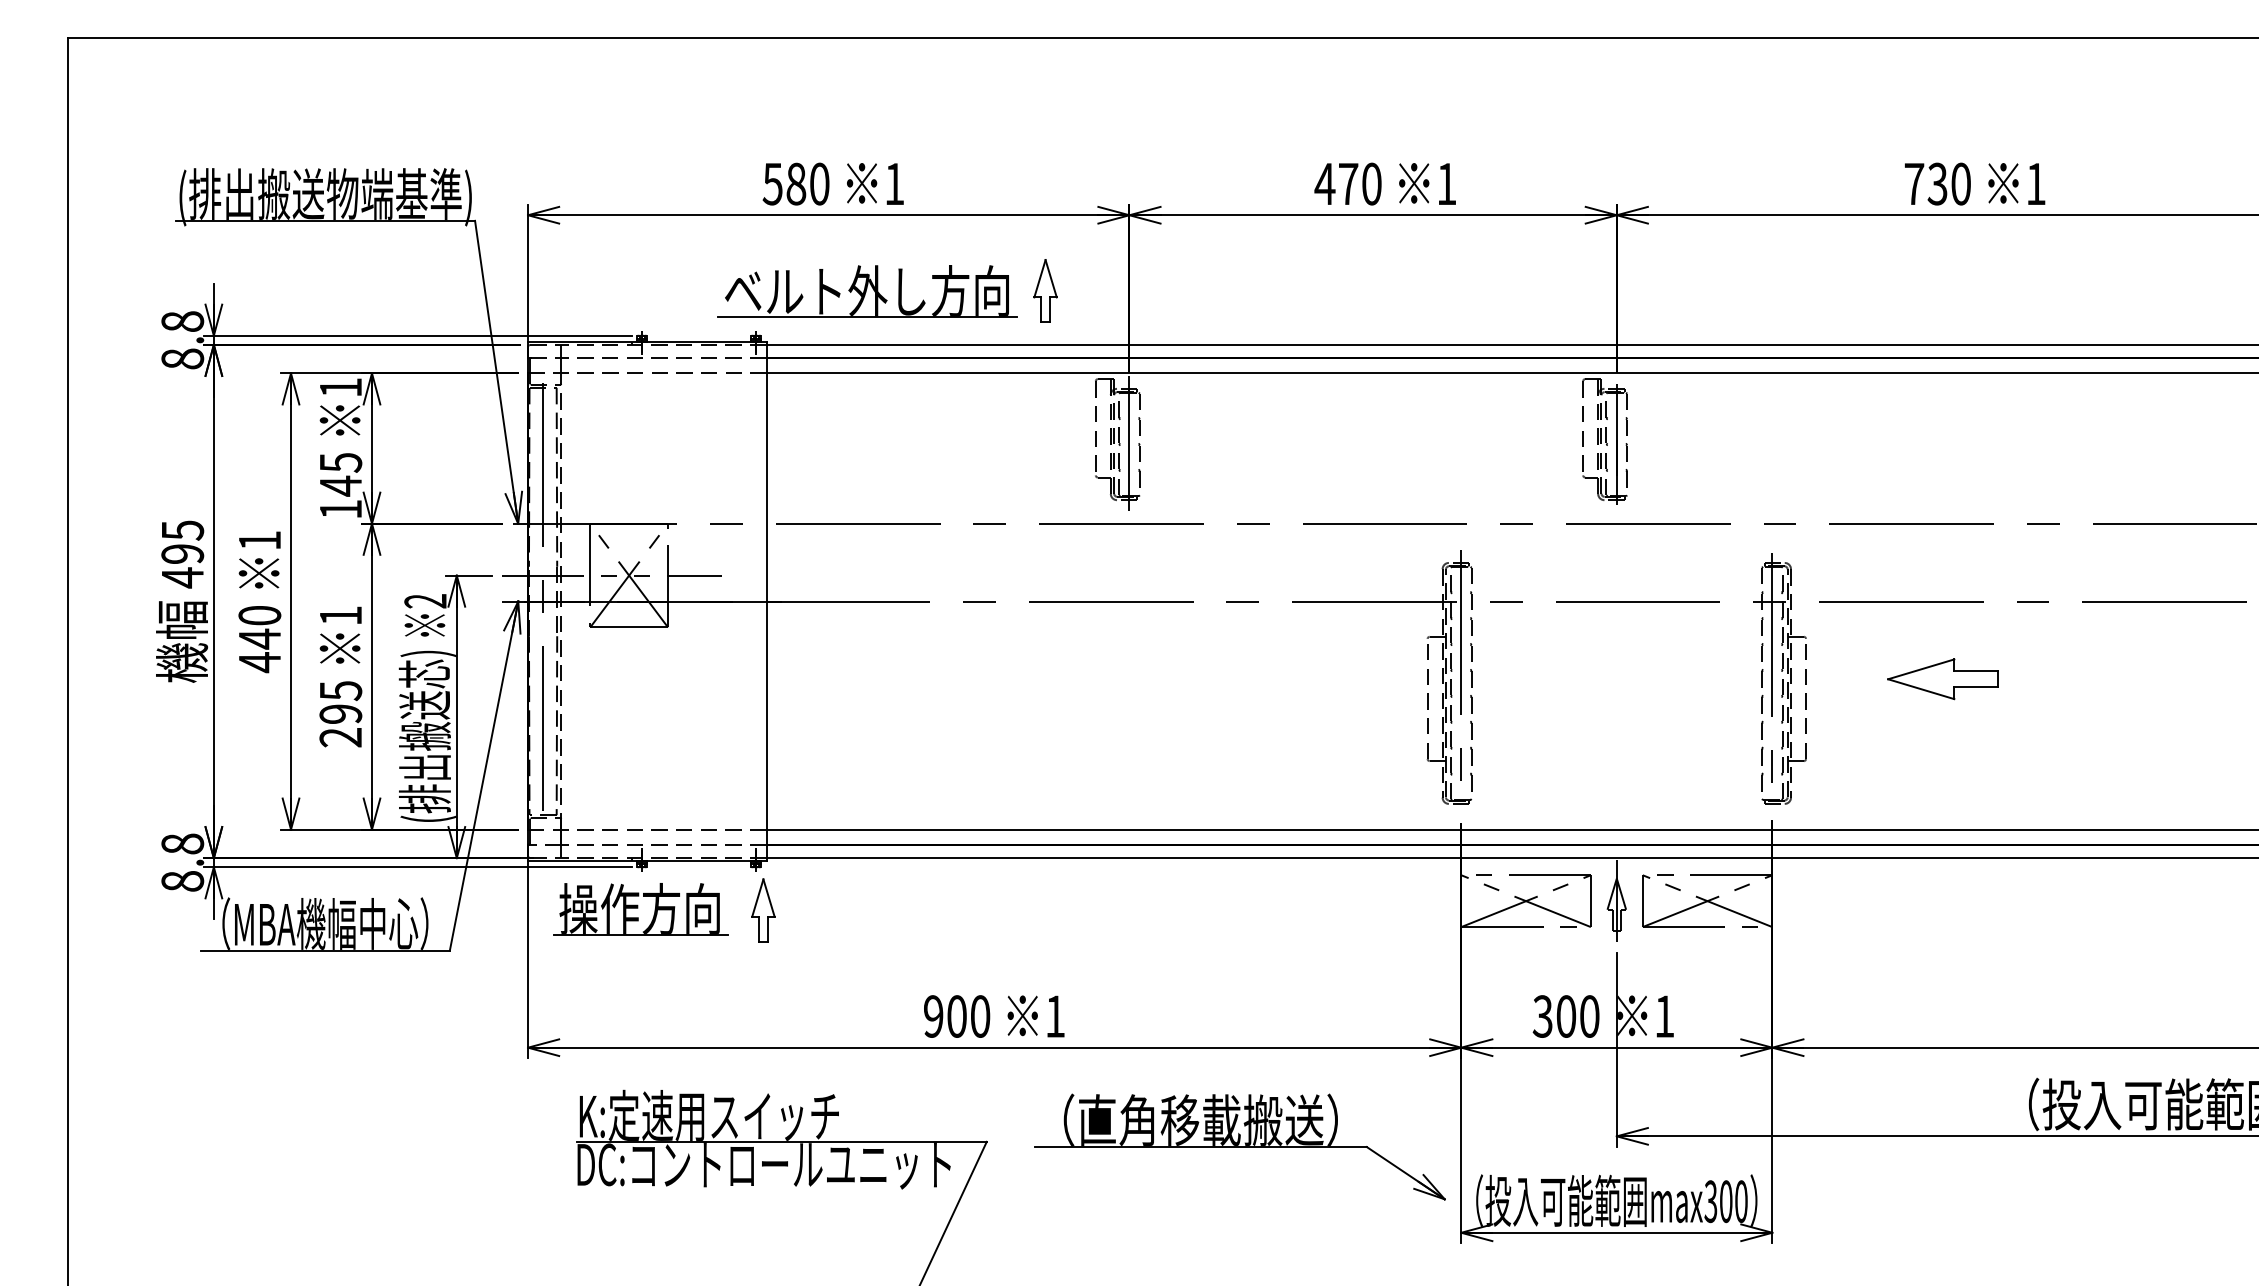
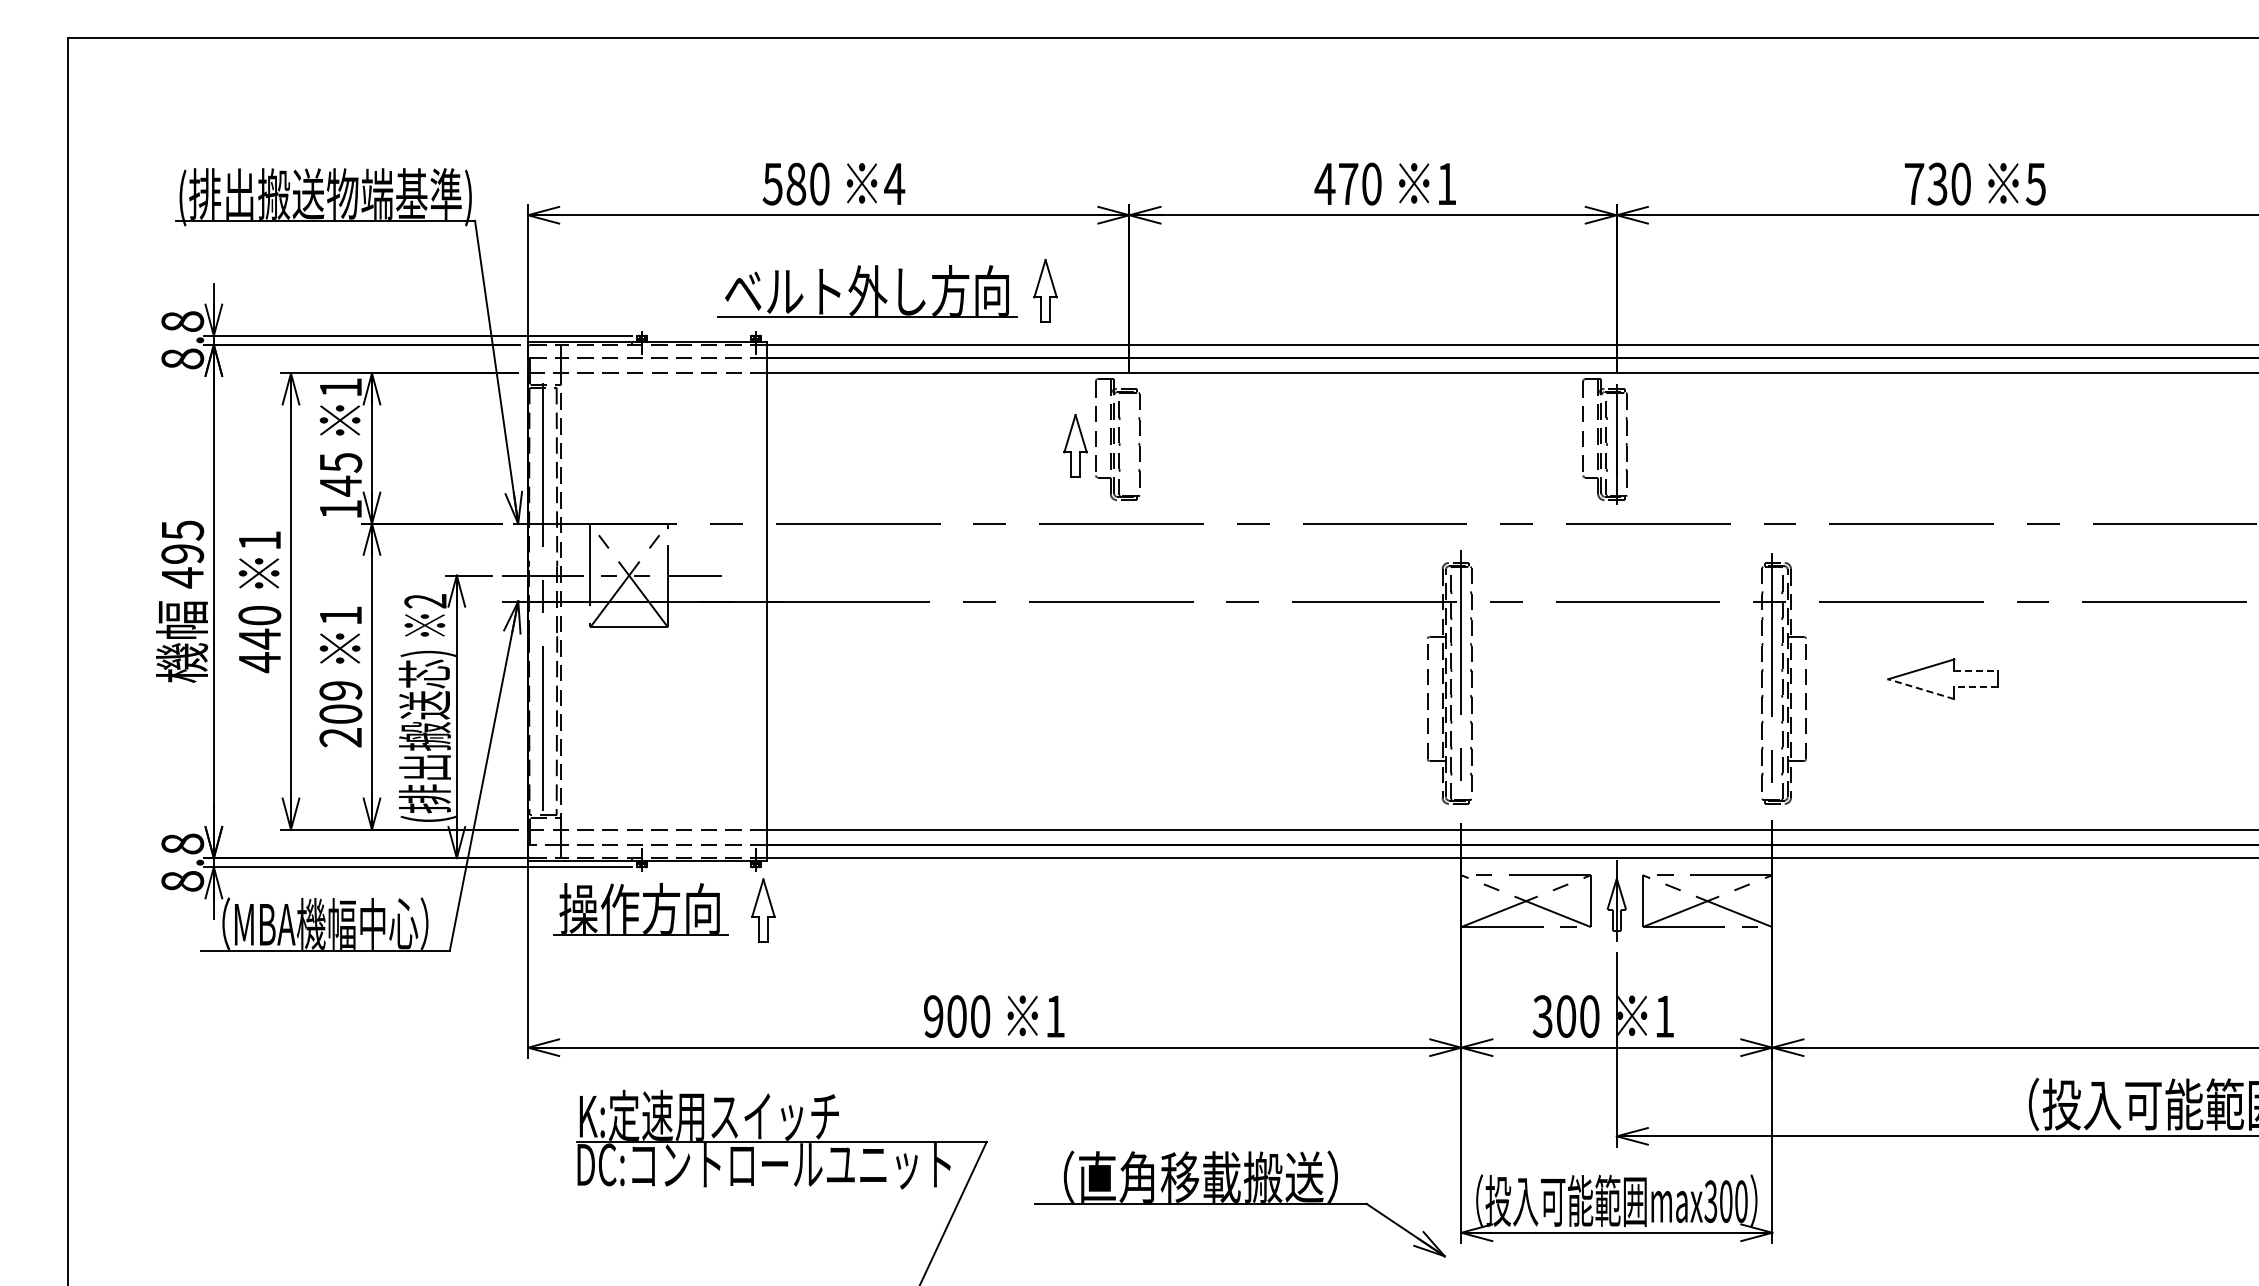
text at (894, 183): 1 -> 4
text at (2035, 184): 1 -> 5
line at (1129, 443): present -> none
part at (1075, 445): none -> present
line at (1976, 671): solid -> dashed
line at (1975, 687): solid -> dashed
line at (1921, 689): solid -> dashed
text at (340, 702): 295 -> 209
part at (1239, 1146) position: (1239, 1146) -> (1239, 1203)
